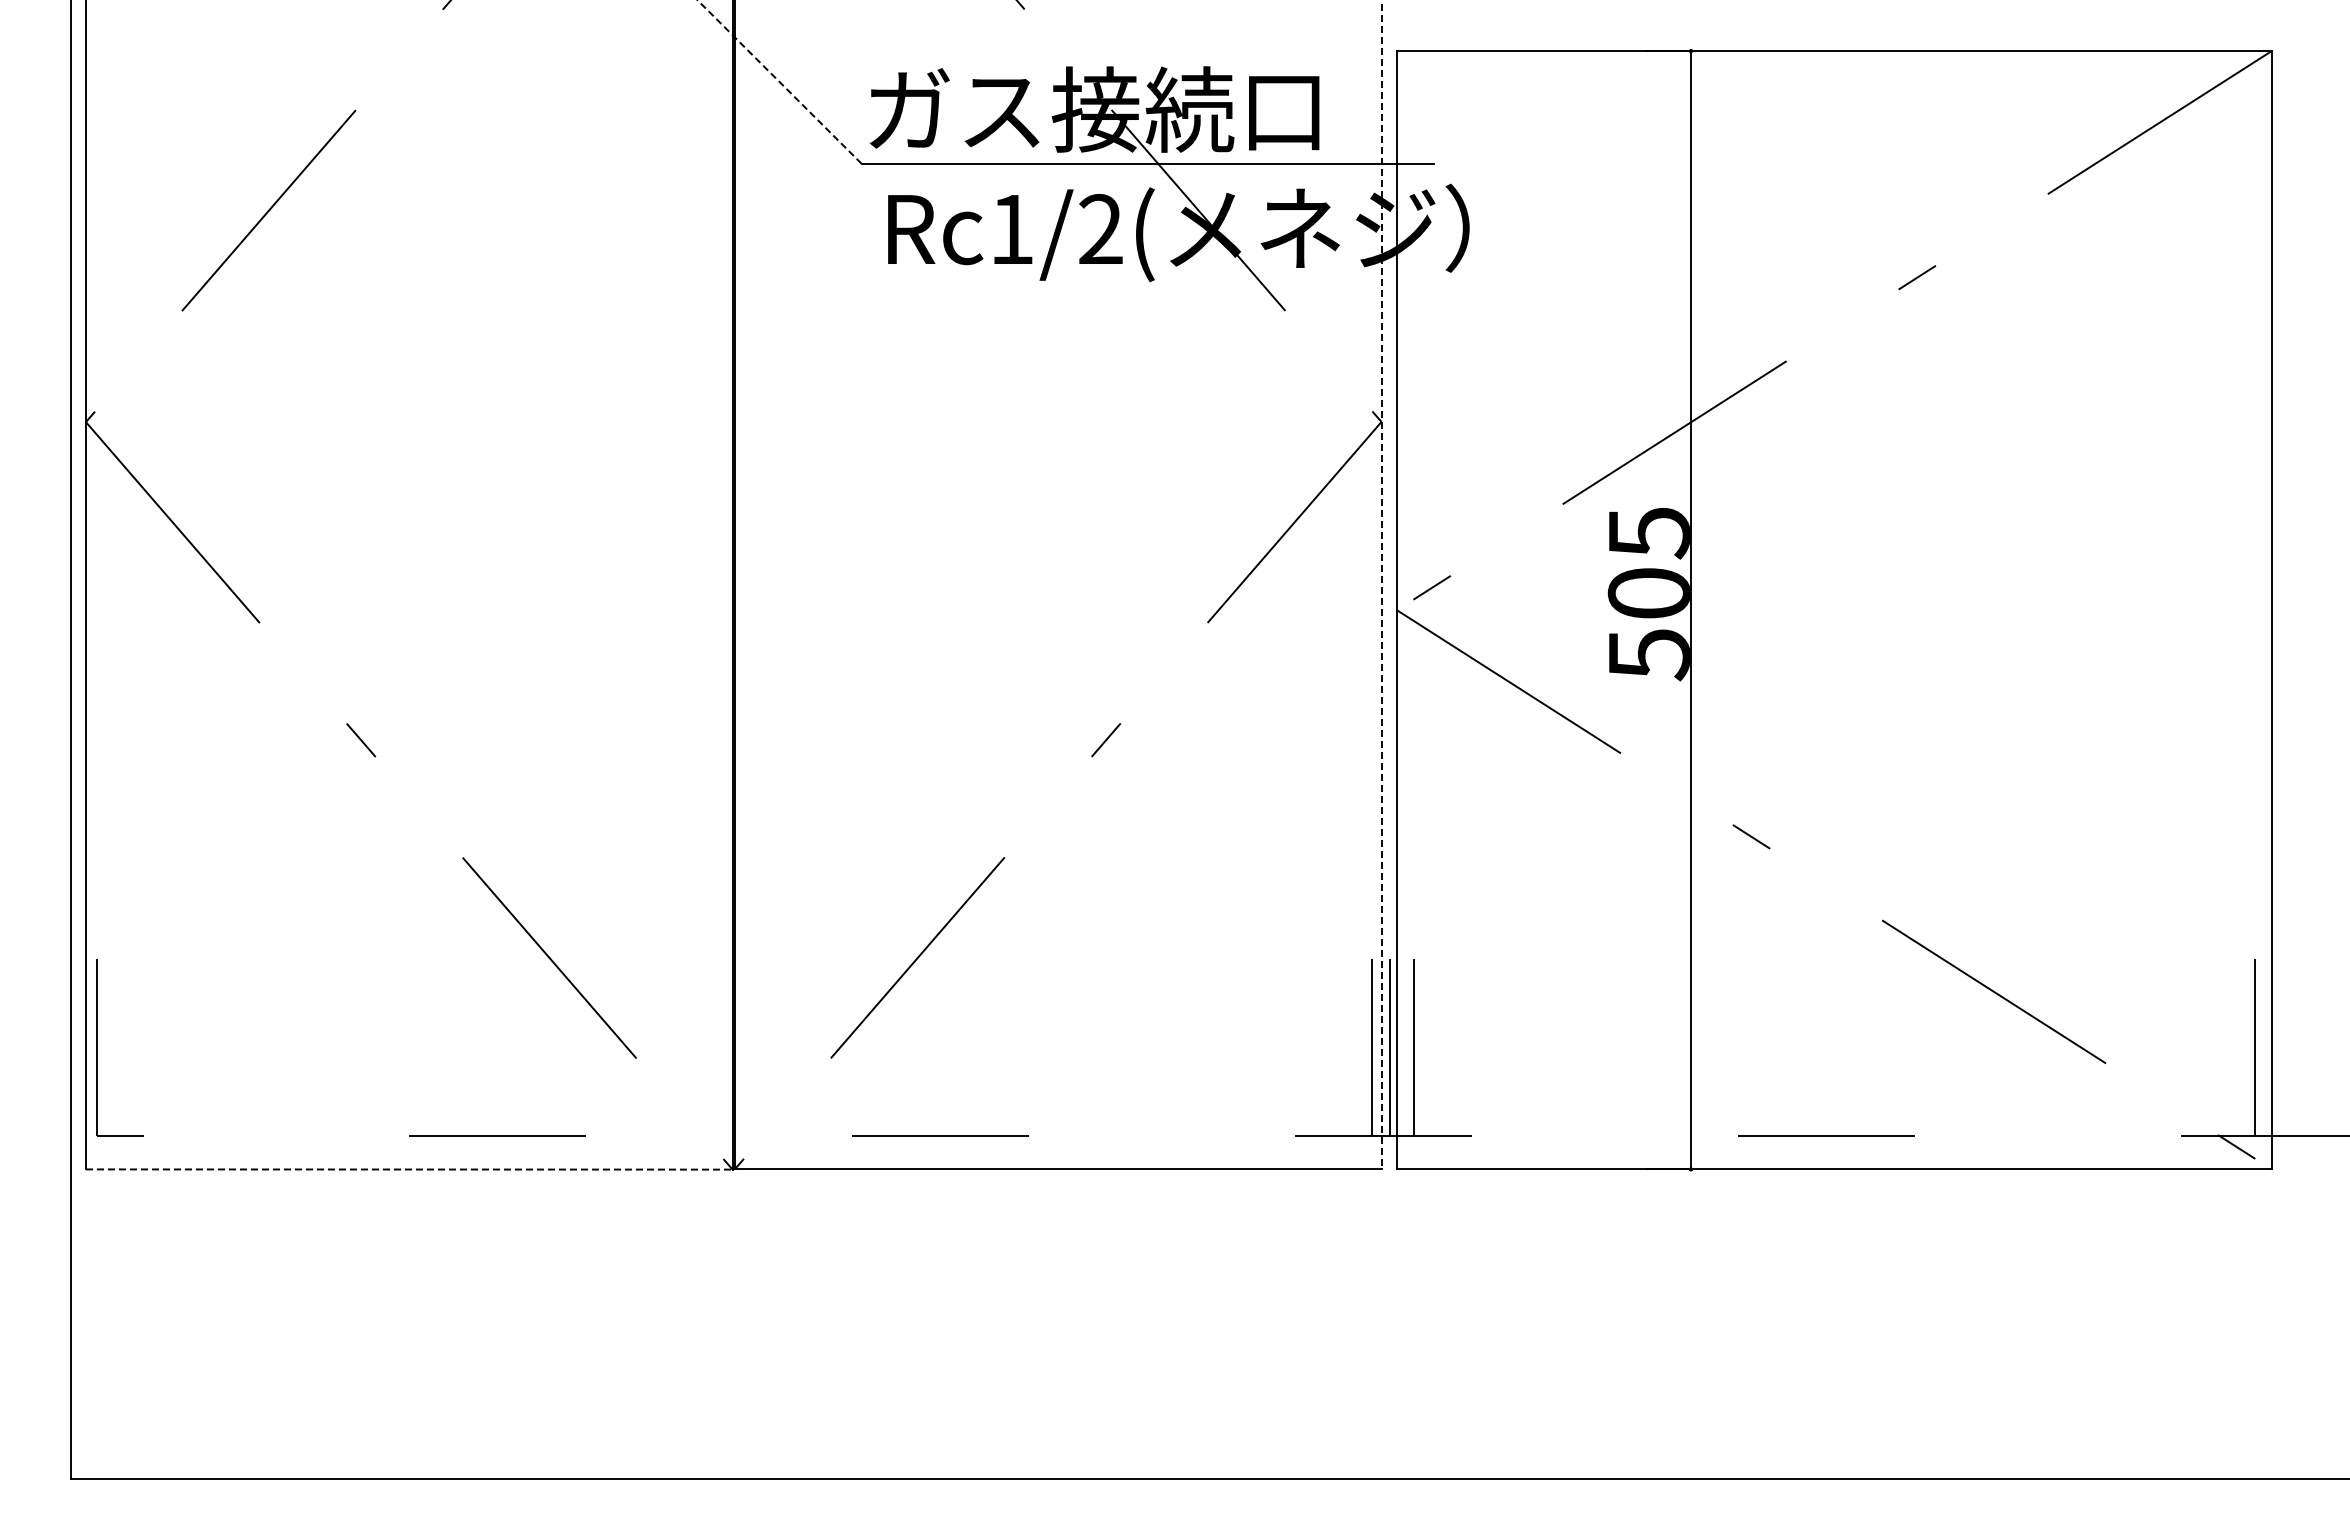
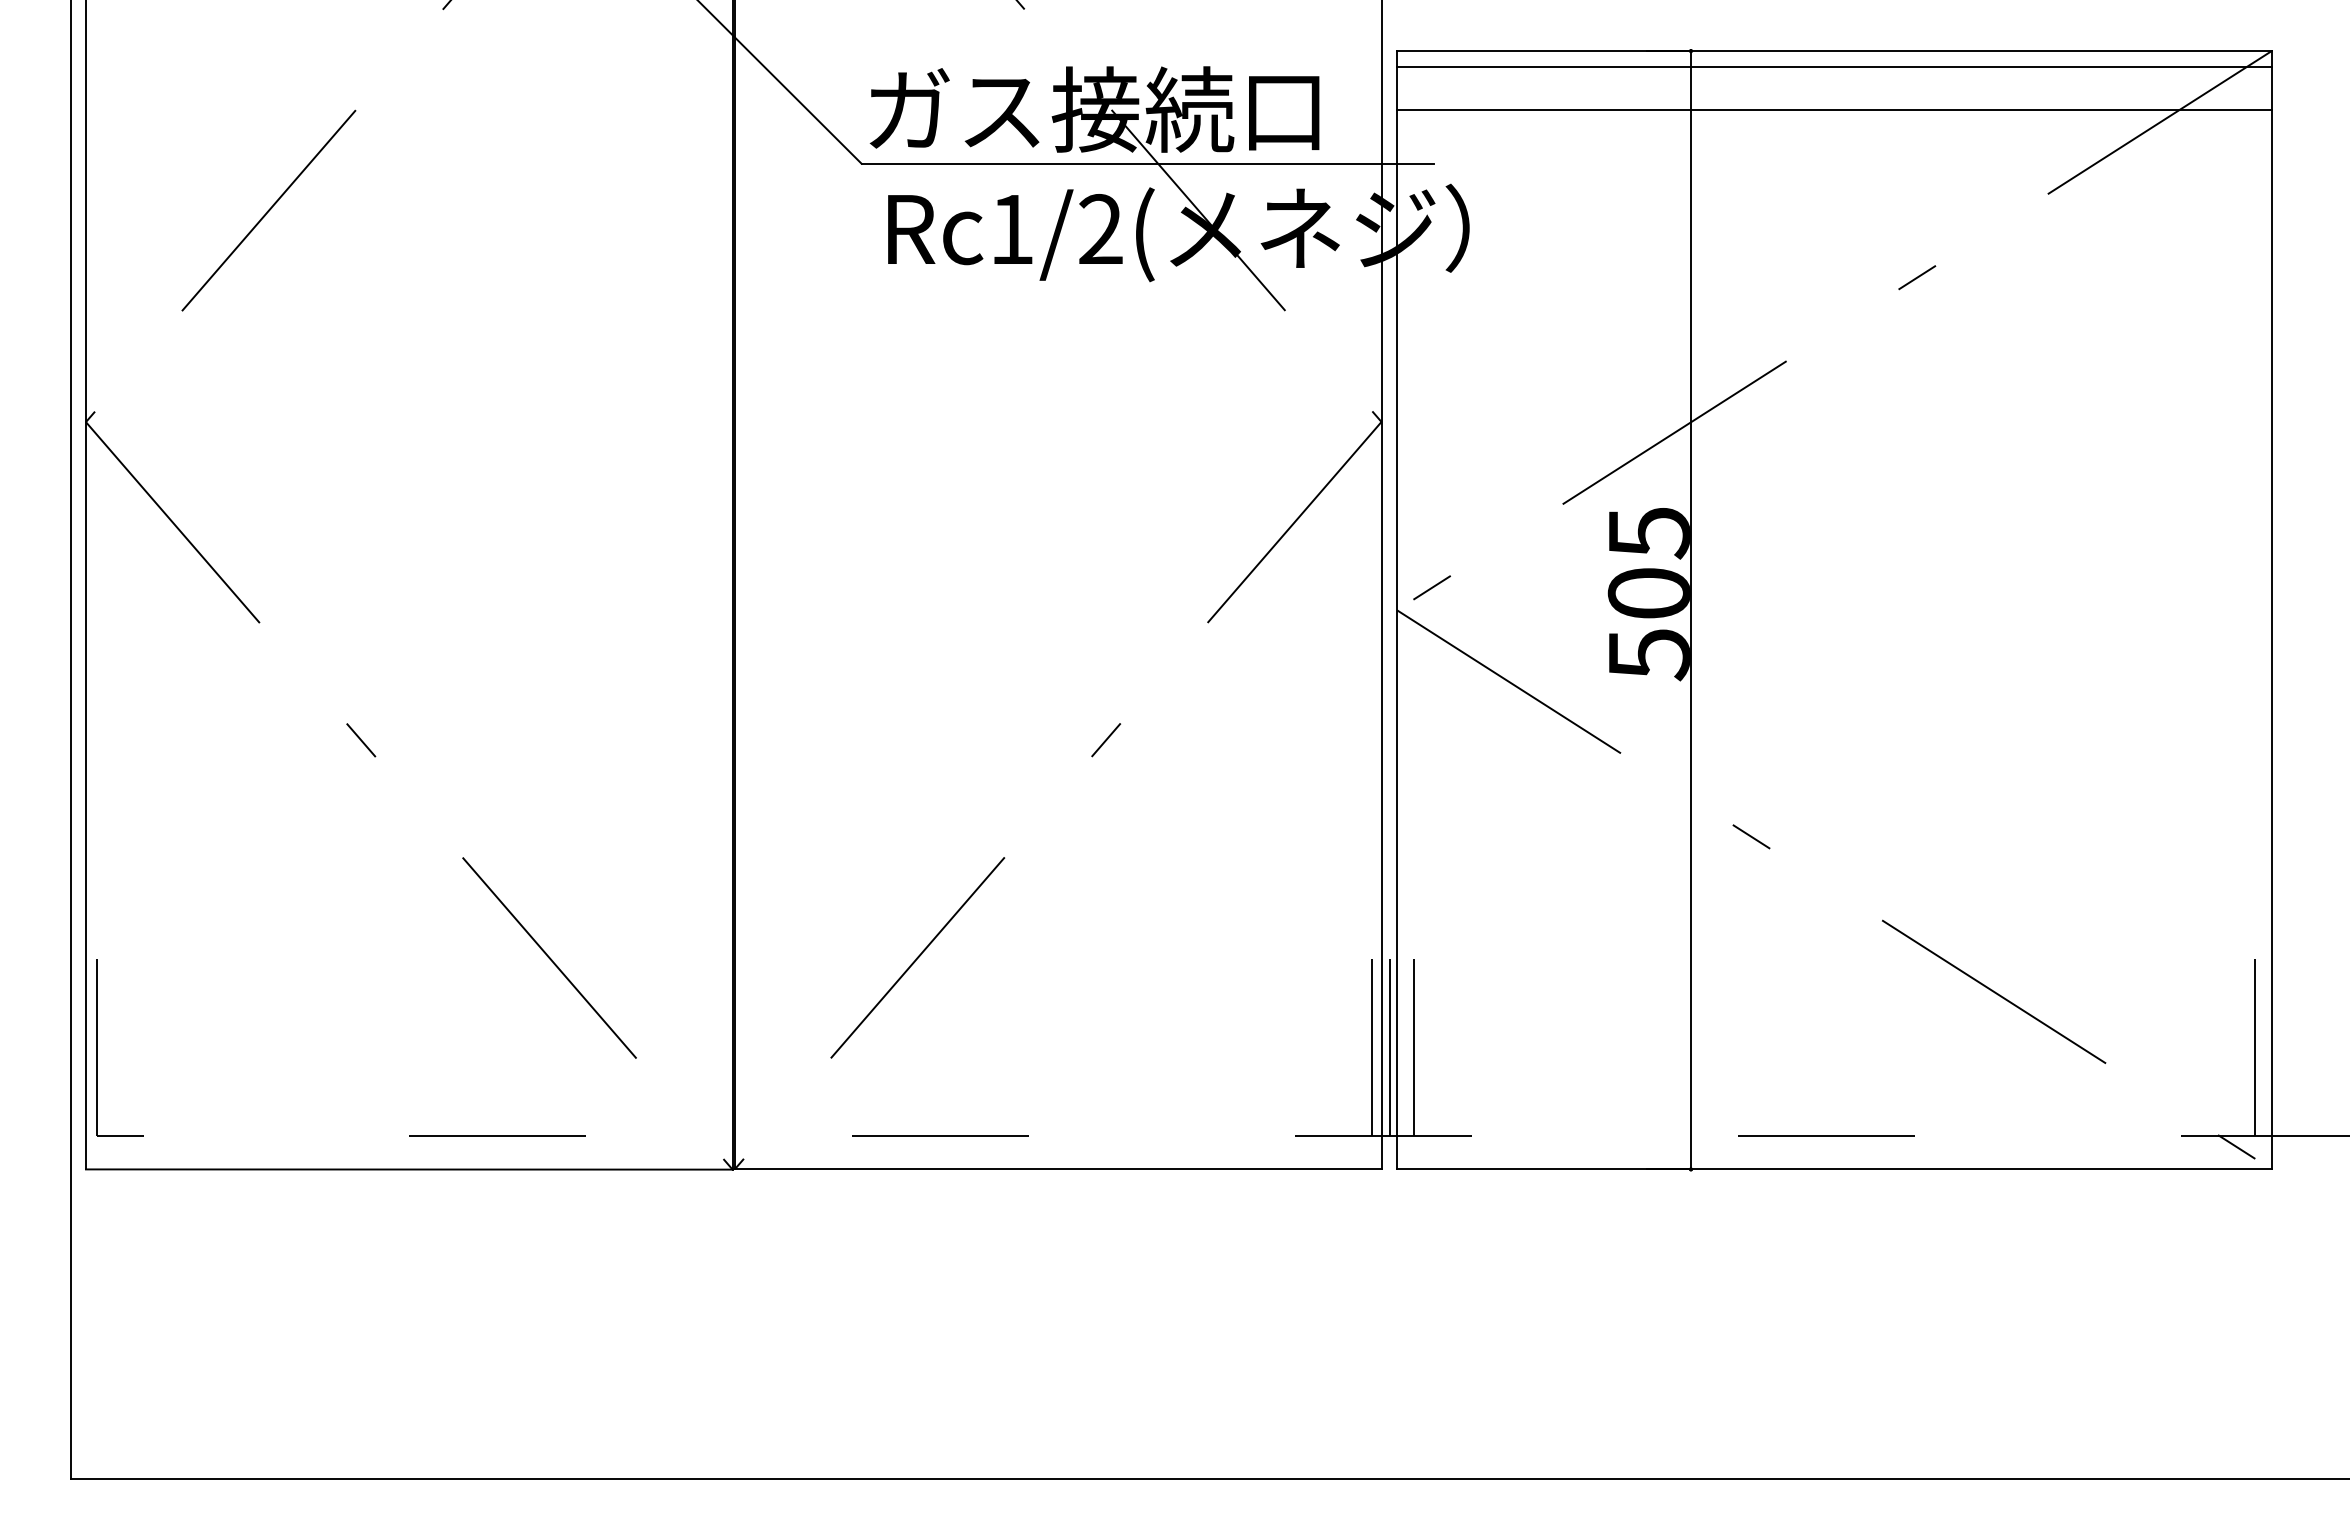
line at (1834, 66): none -> present
line at (779, 81): dashed -> solid
line at (1834, 110): none -> present
line at (1381, 585): dashed -> solid
line at (409, 1169): dashed -> solid
